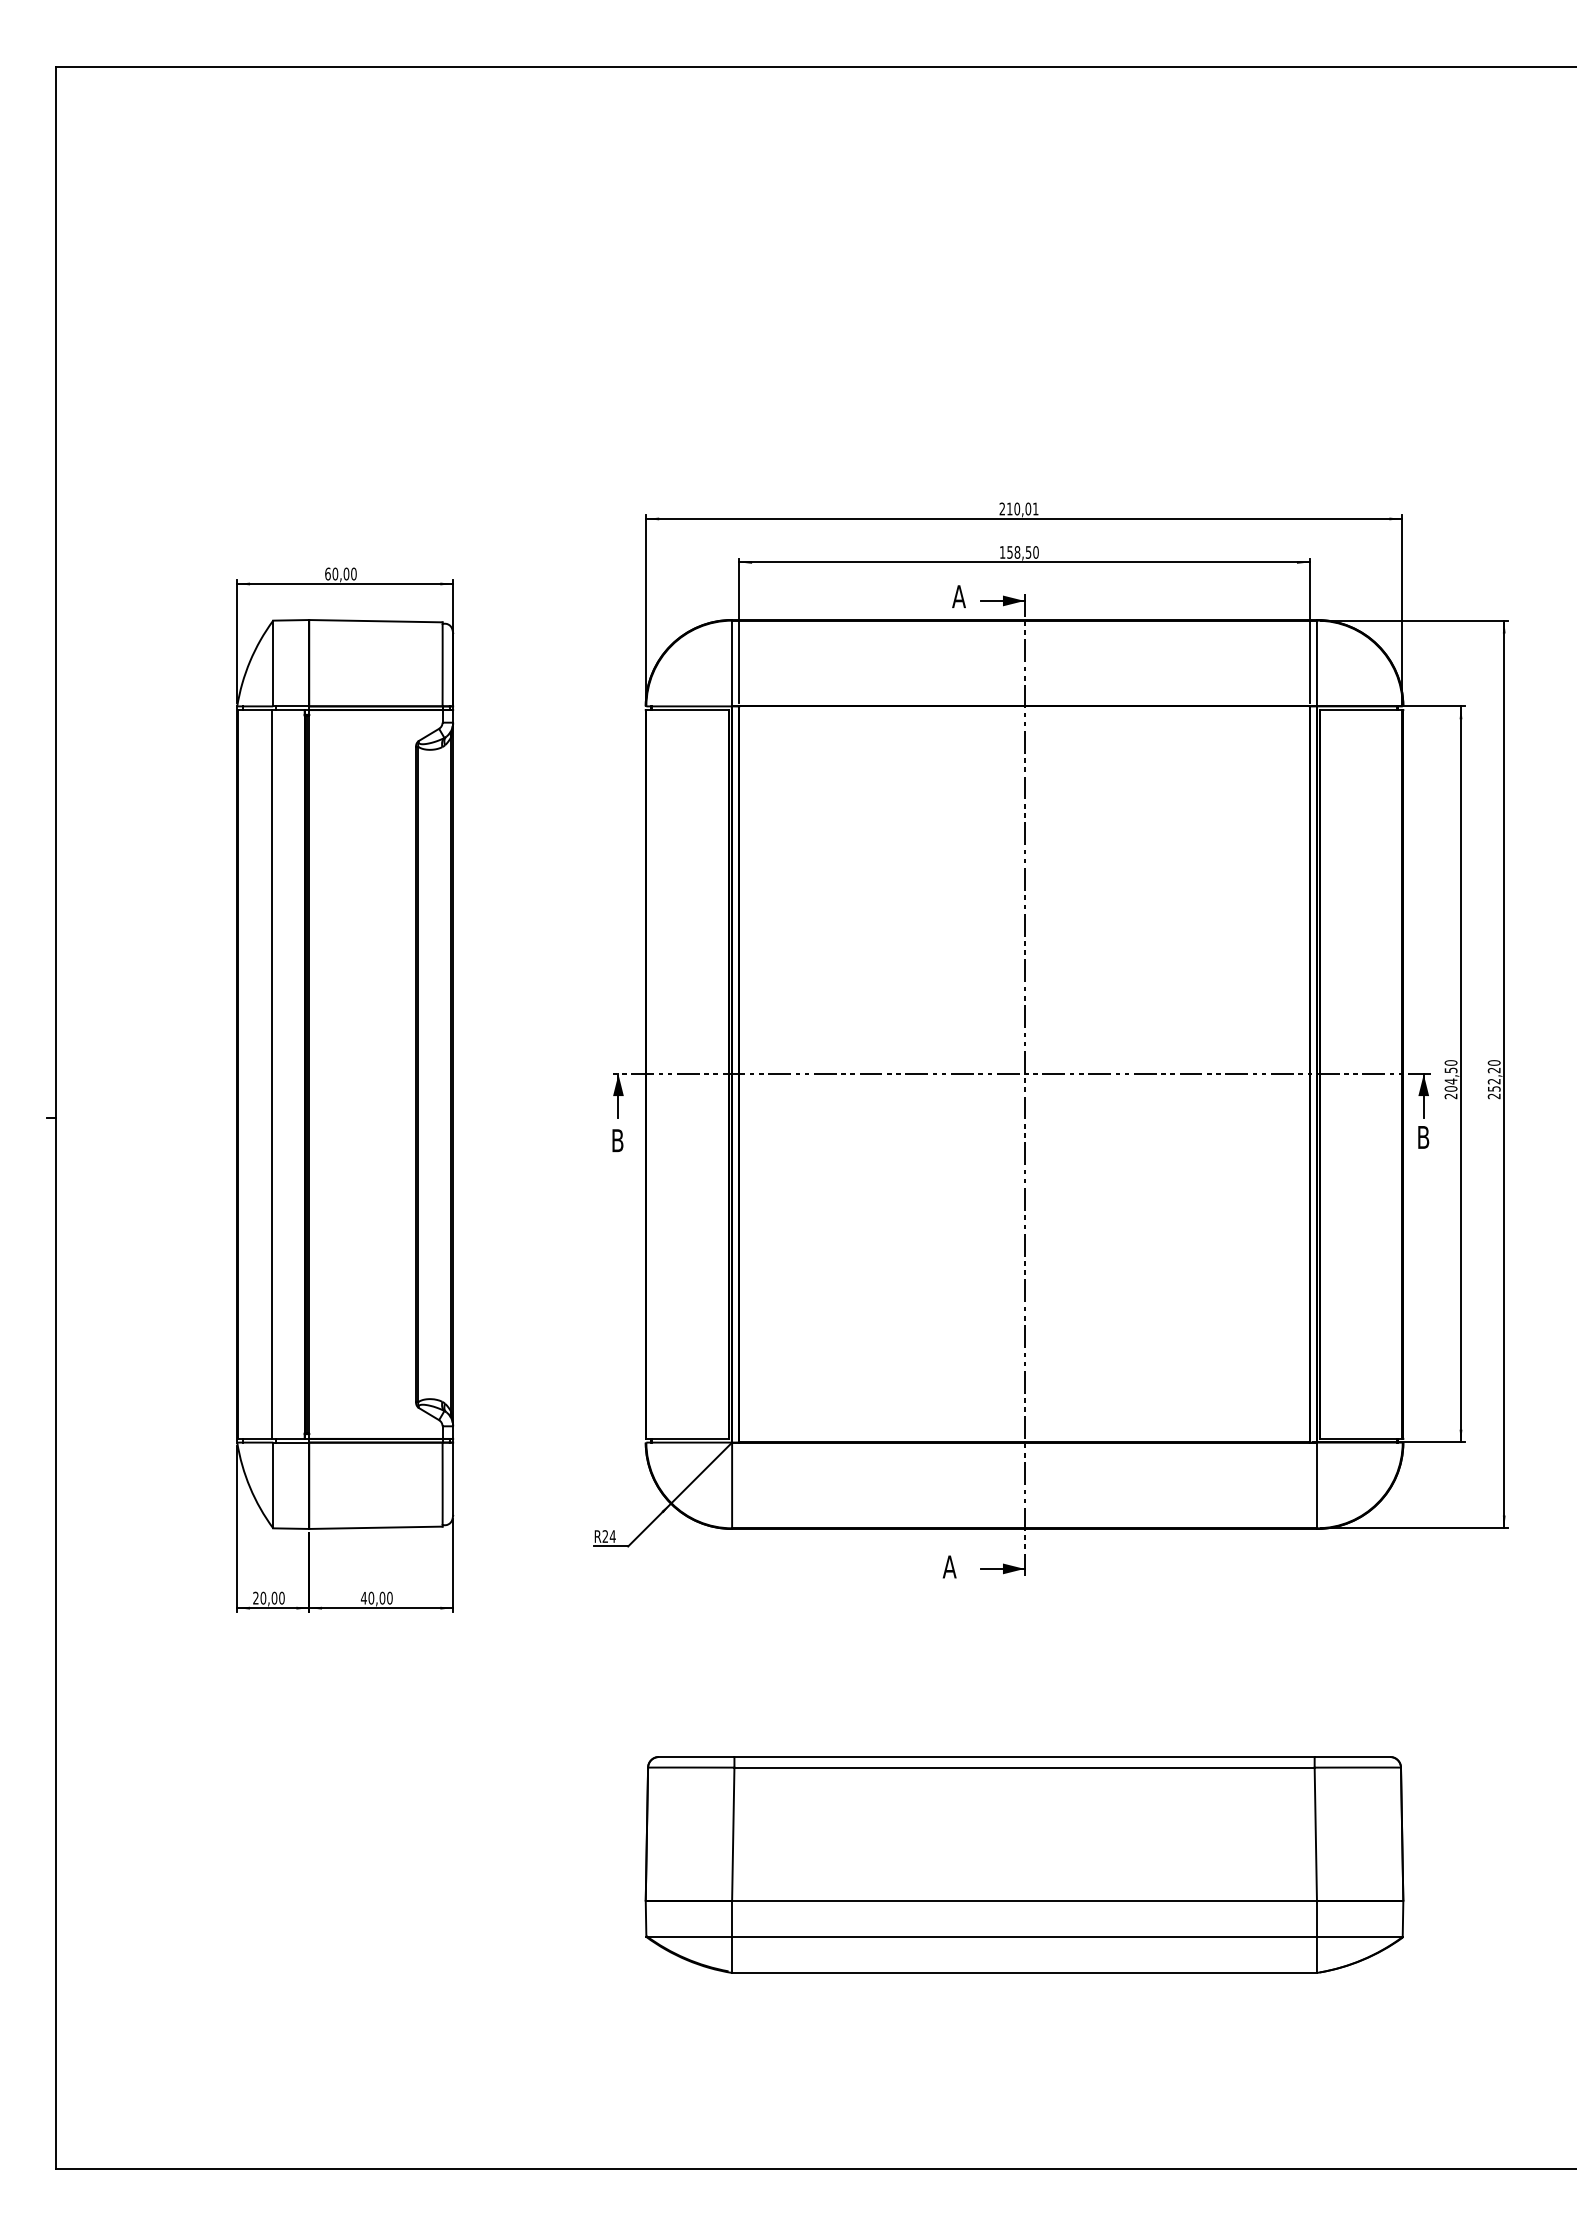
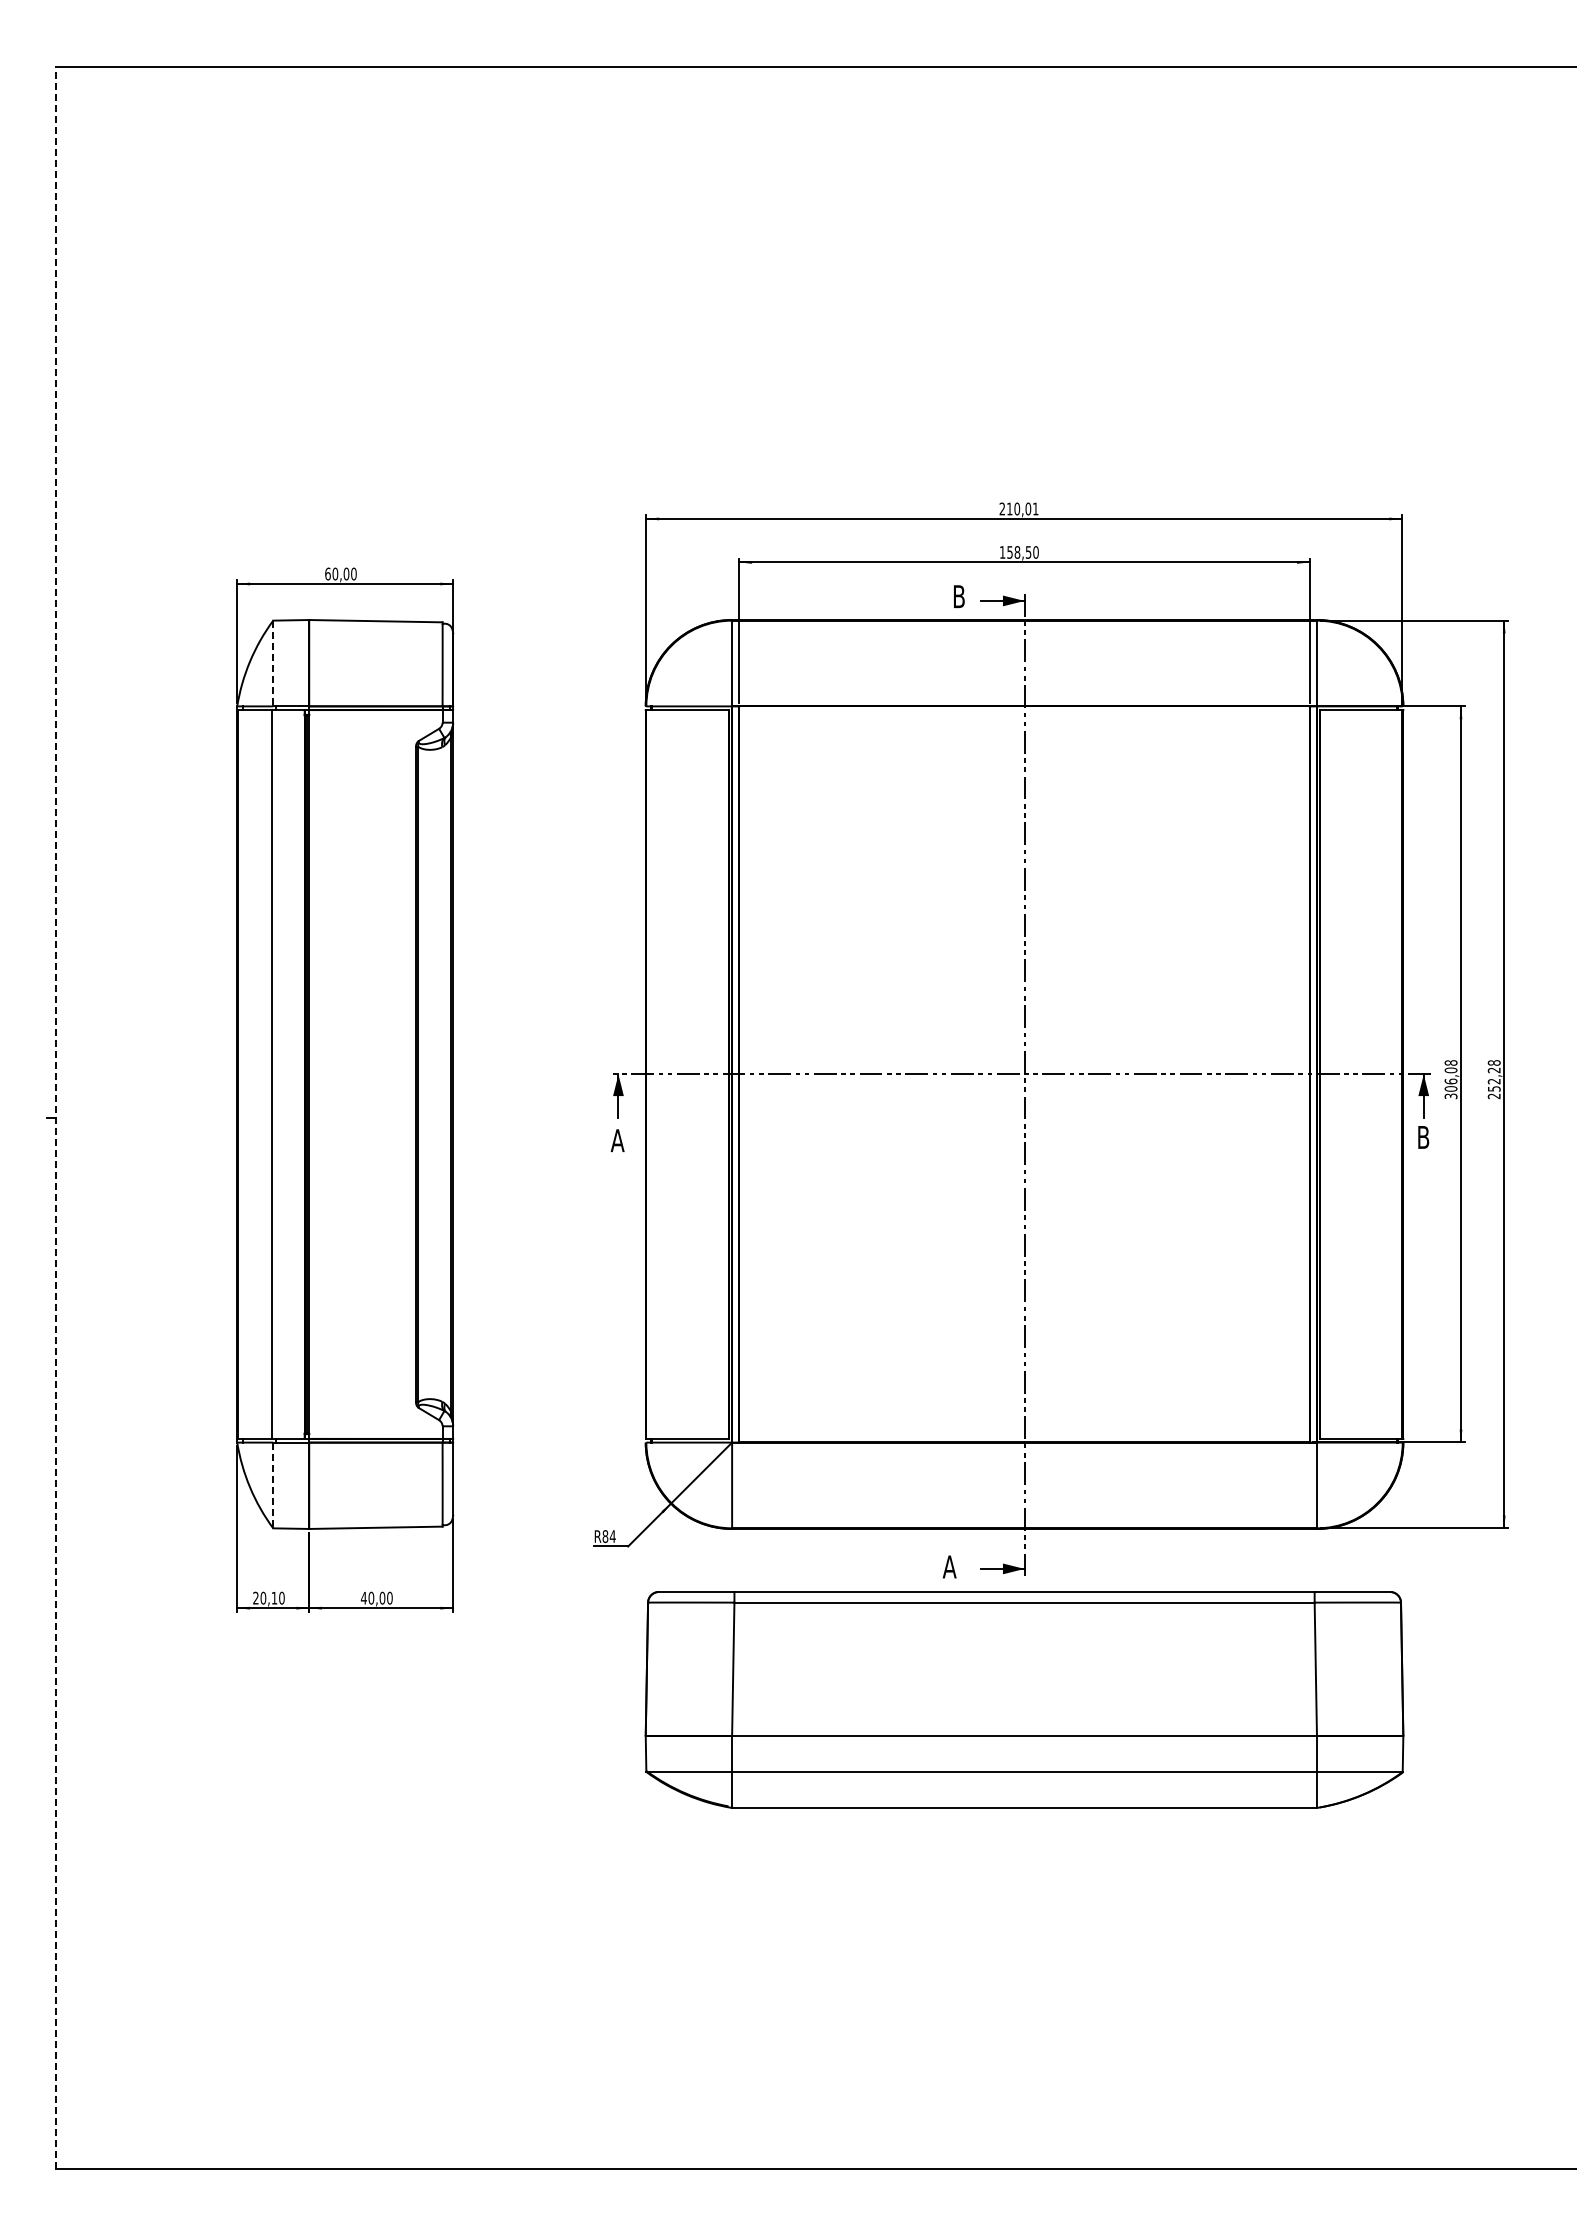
text at (958, 596): A -> B
line at (273, 663): solid -> dashed
text at (1494, 1062): 252,20 -> 252,28
text at (1450, 1079): 204,50 -> 306,08
line at (56, 1118): solid -> dashed
text at (617, 1140): B -> A
line at (273, 1485): solid -> dashed
text at (605, 1536): R24 -> R84
text at (274, 1597): 20,00 -> 20,10
part at (1024, 1864) position: (1024, 1864) -> (1024, 1699)
